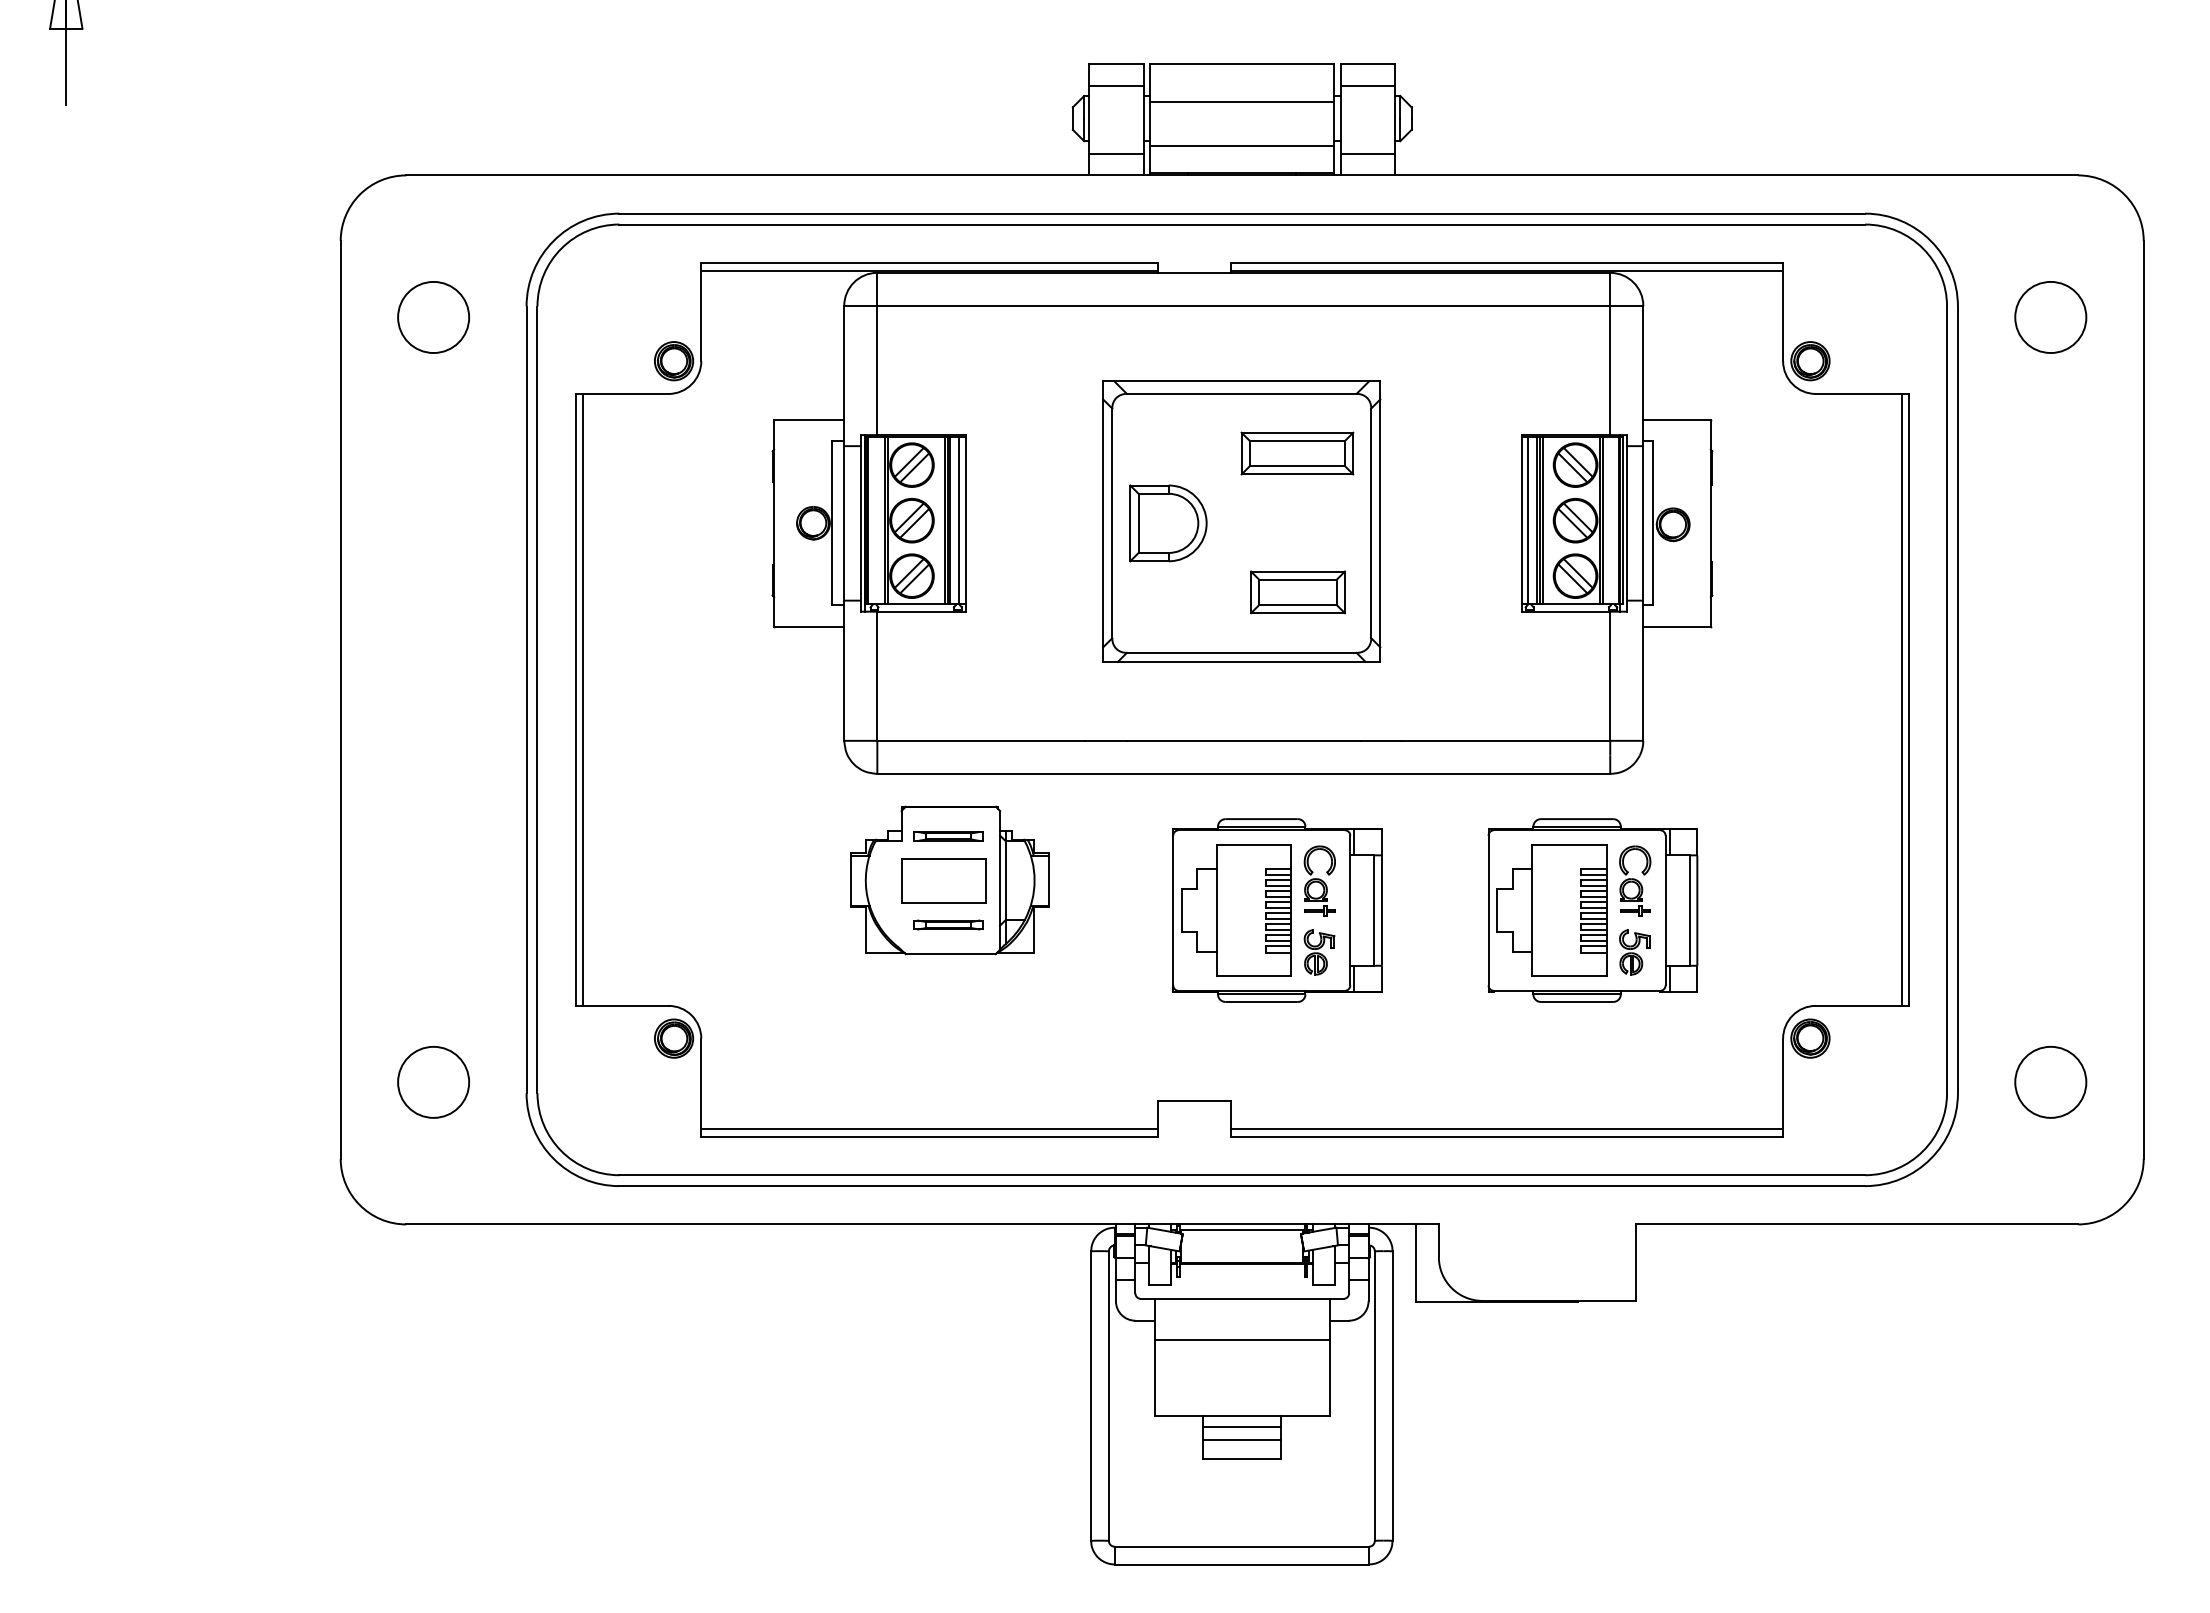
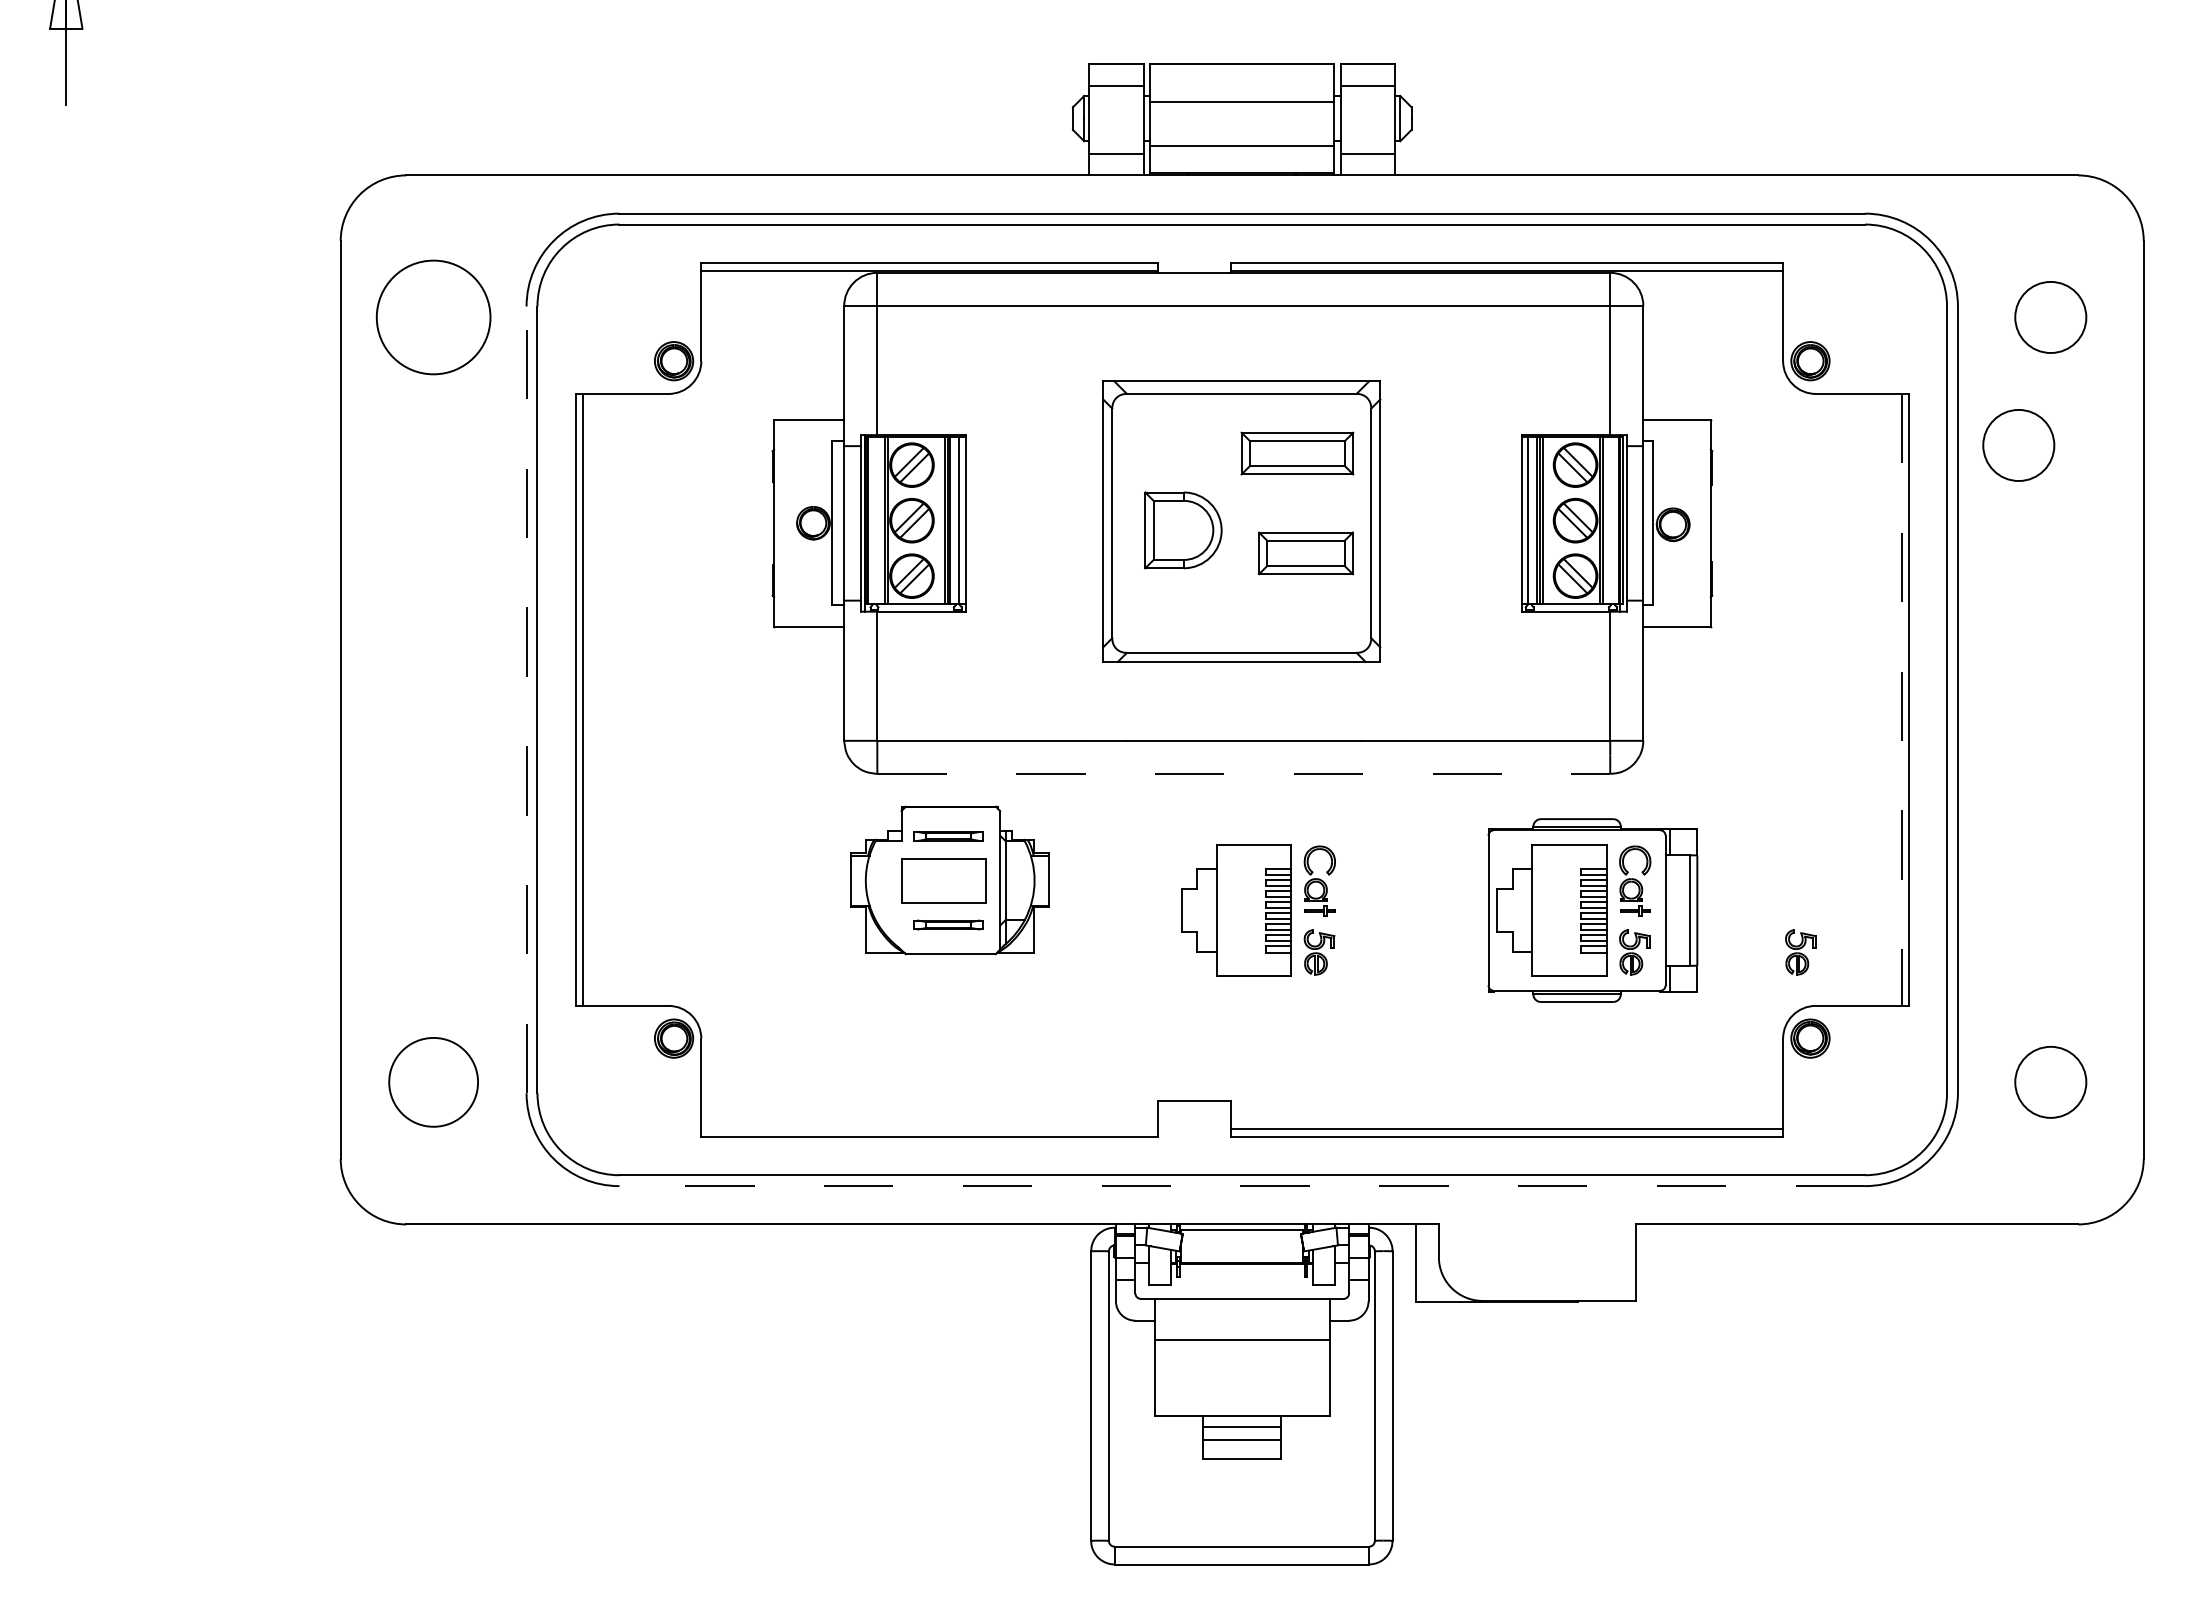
circle at (433, 317) diameter: 71 px -> 114 px
circle at (2018, 445): none -> present
part at (1168, 523) position: (1168, 523) -> (1183, 530)
part at (1297, 592) position: (1297, 592) -> (1305, 553)
line at (526, 699): solid -> dashed
line at (1901, 699): solid -> dashed
line at (1244, 773): solid -> dashed
part at (1277, 910): present -> none
part at (1800, 952): none -> present
circle at (433, 1081) diameter: 71 px -> 89 px
line at (929, 1128): present -> none
line at (1242, 1186): solid -> dashed
